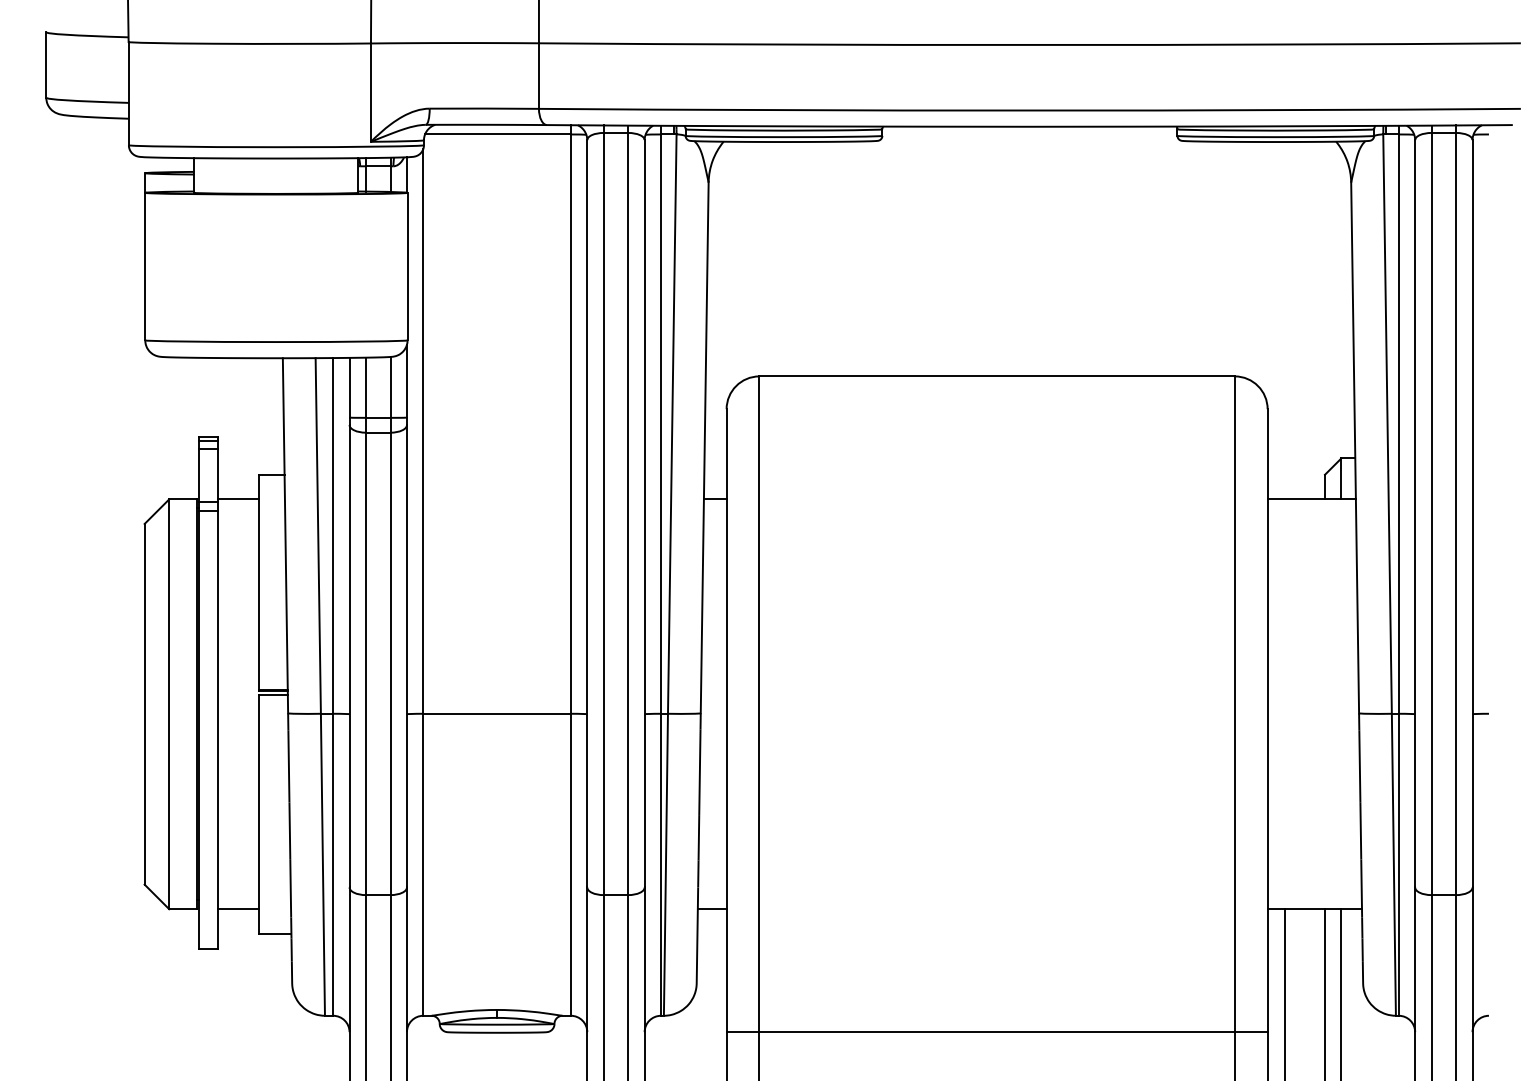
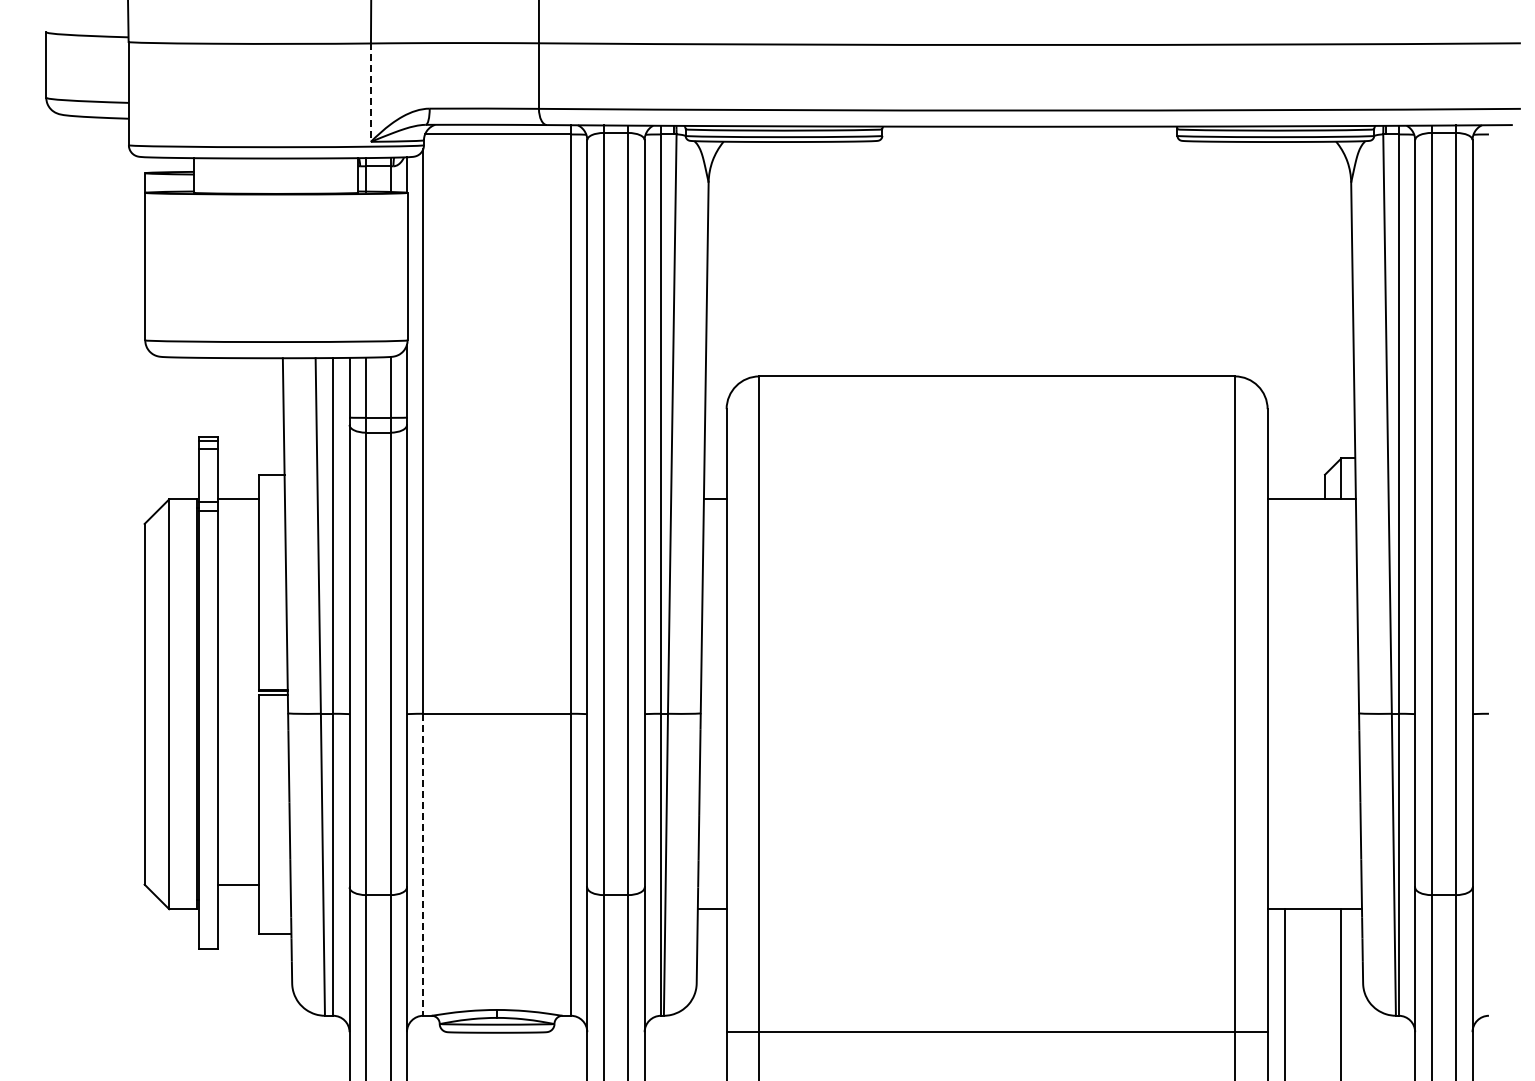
line at (370, 93): solid -> dashed
line at (423, 864): solid -> dashed
line at (238, 909) position: (238, 909) -> (238, 885)
line at (1325, 993): present -> none
